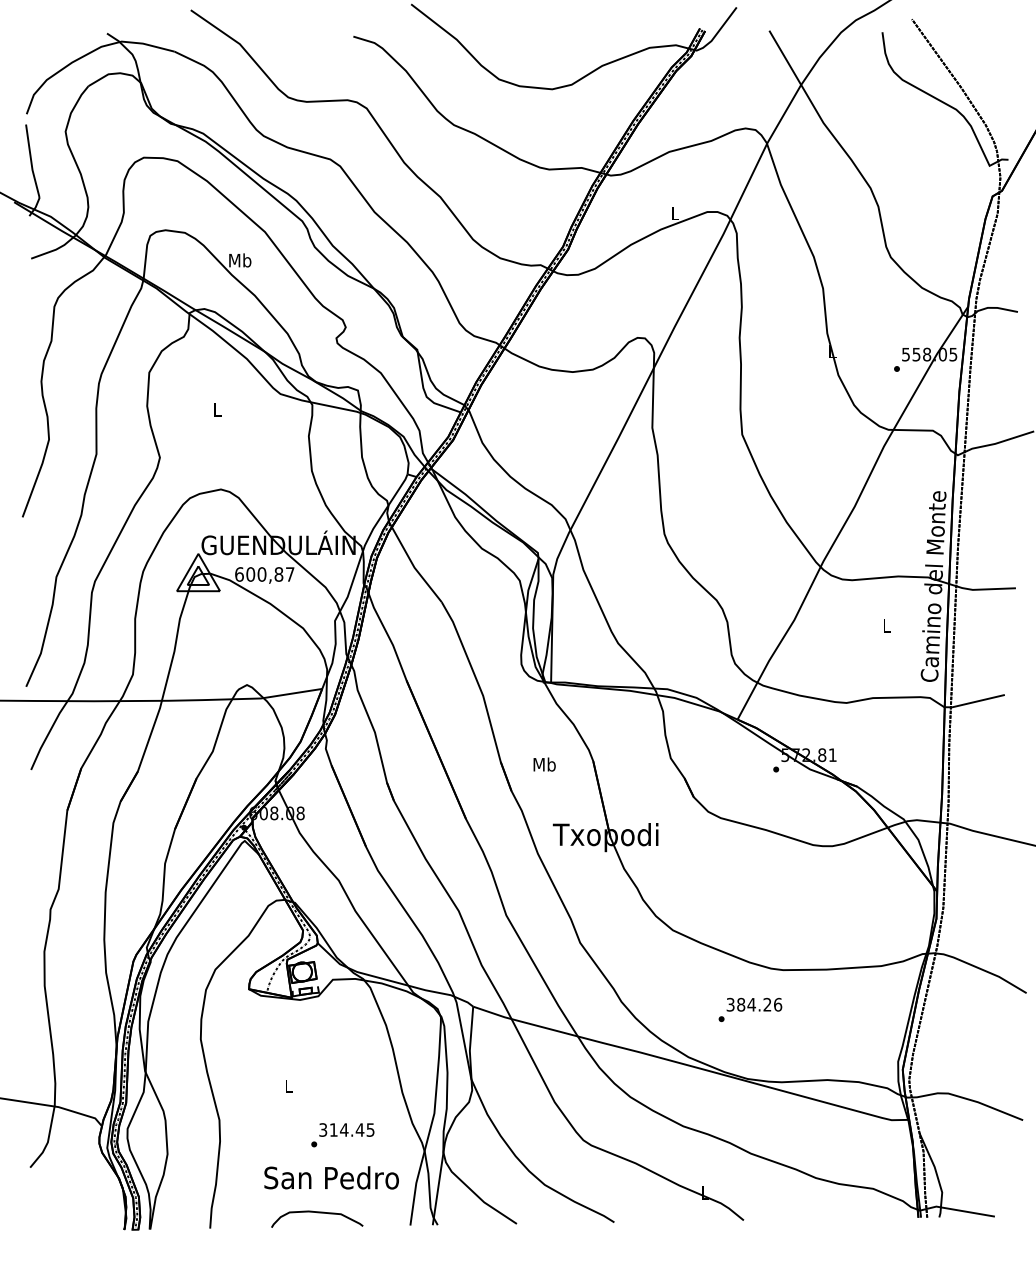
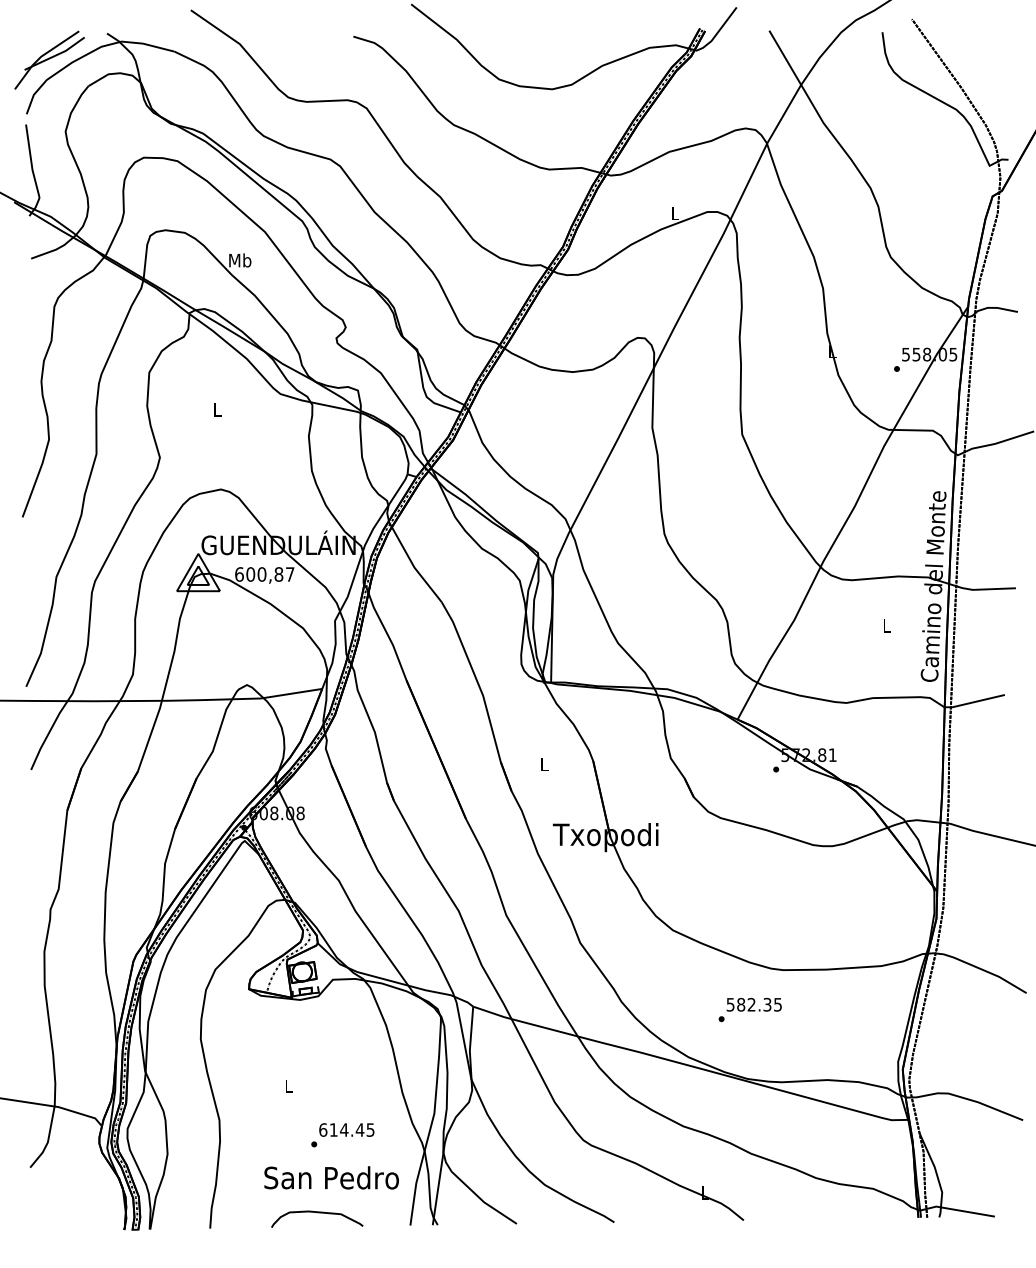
part at (49, 59): none -> present
text at (544, 764): Mb -> L
text at (754, 1004): 384.26 -> 582.35
text at (323, 1129): 314.45 -> 614.45
